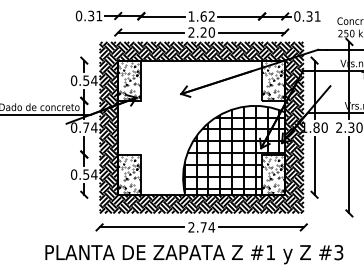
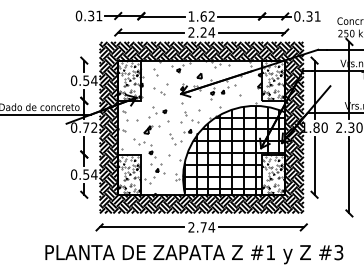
text at (211, 32): 2.20 -> 2.24
text at (94, 127): 0.74 -> 0.72
hatch at (190, 127): none -> present
